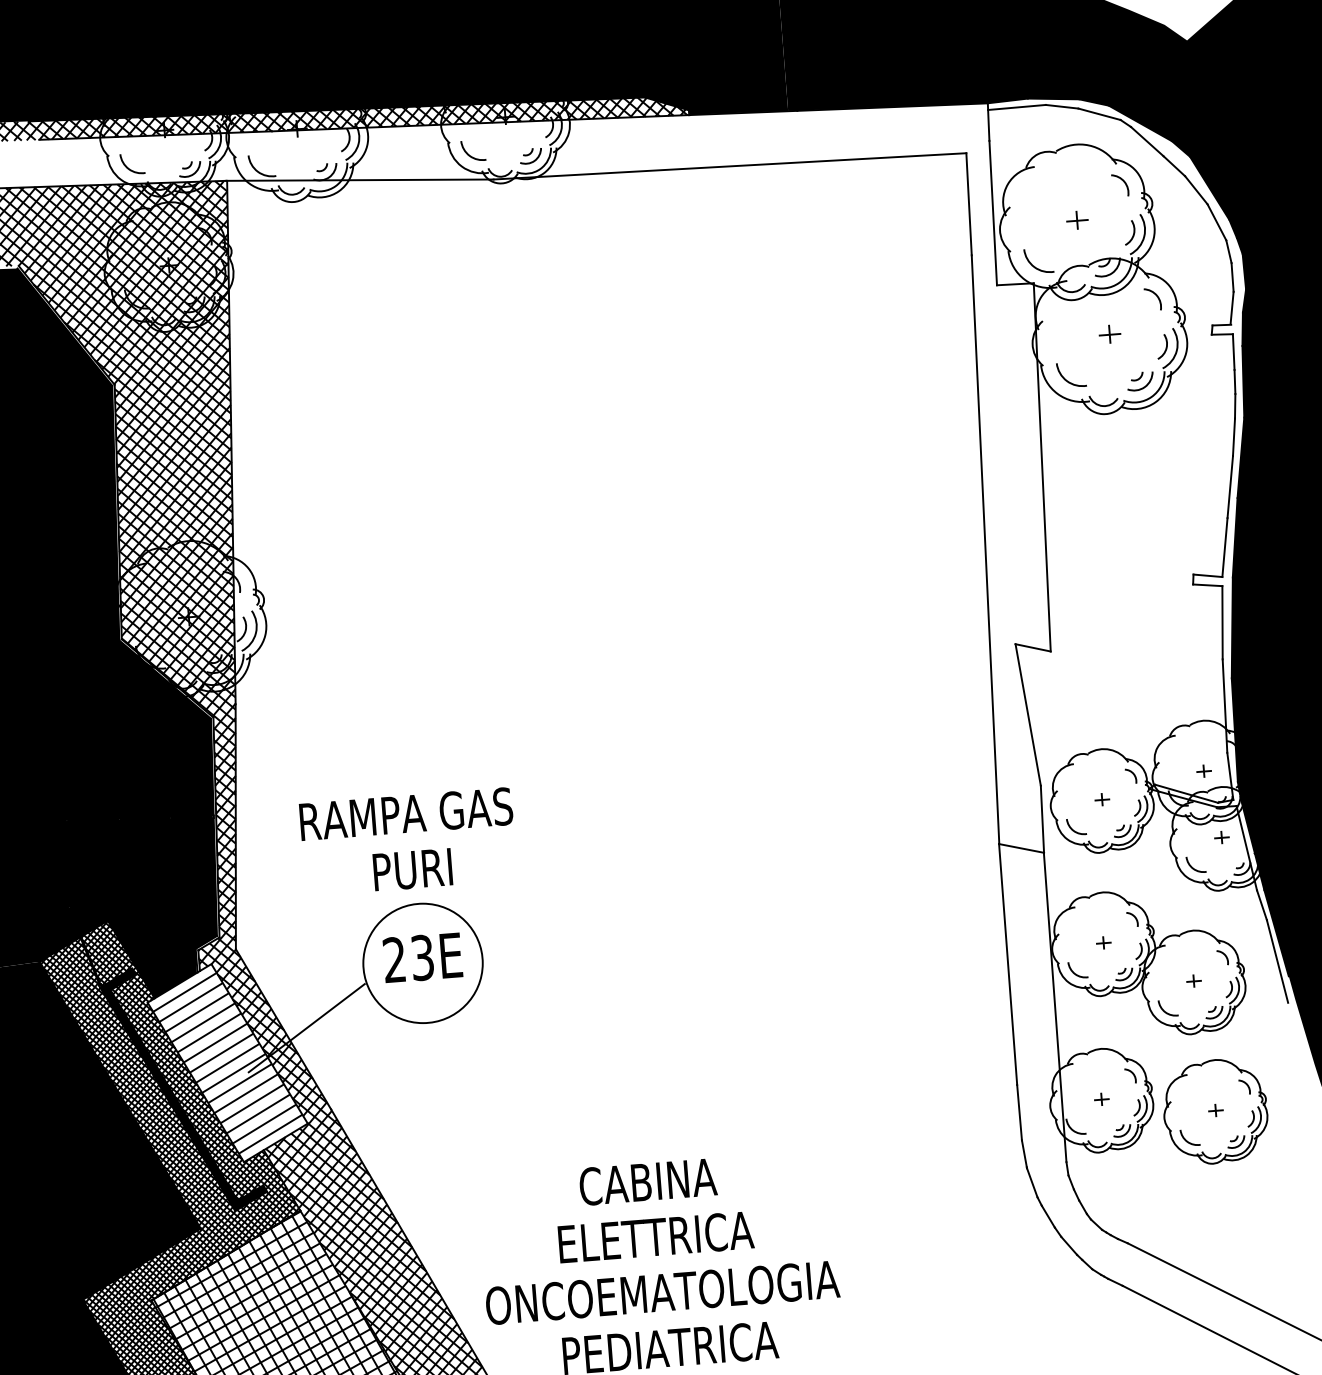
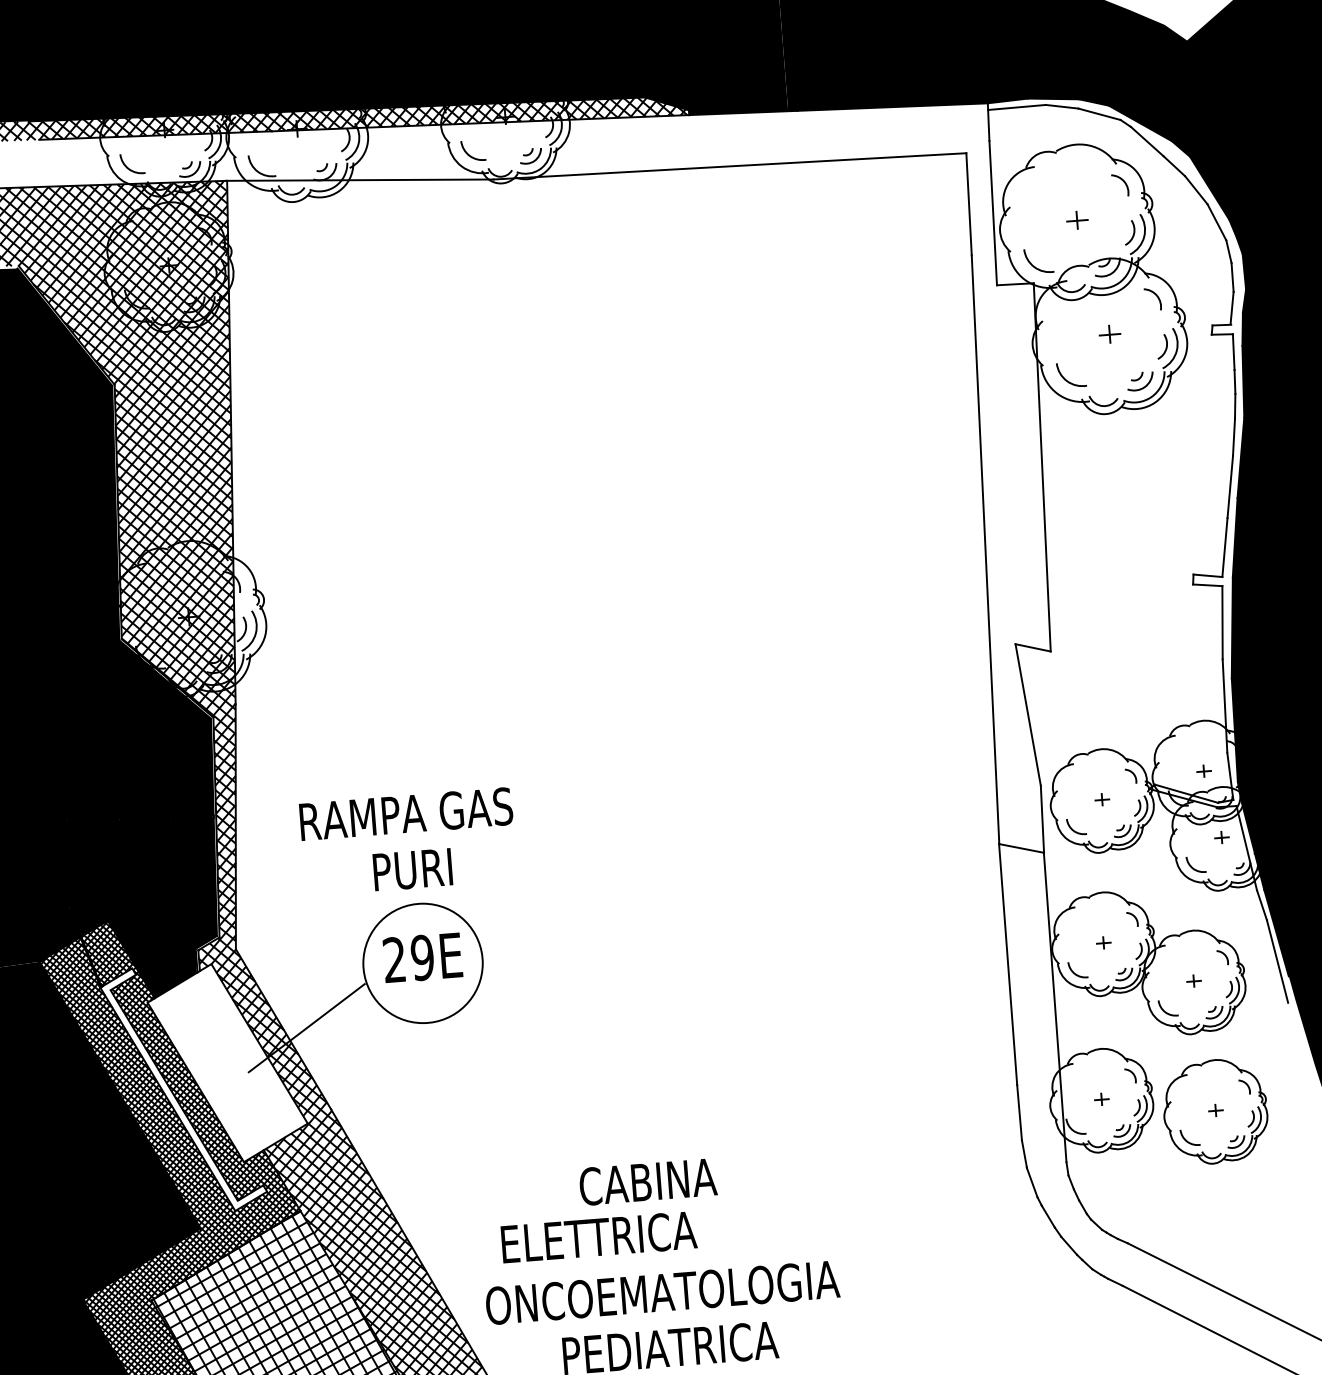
text at (421, 957): 23E -> 29E
hatch at (227, 1062): present -> none
fill at (183, 1089): present -> none
text at (655, 1237) position: (655, 1237) -> (598, 1237)
